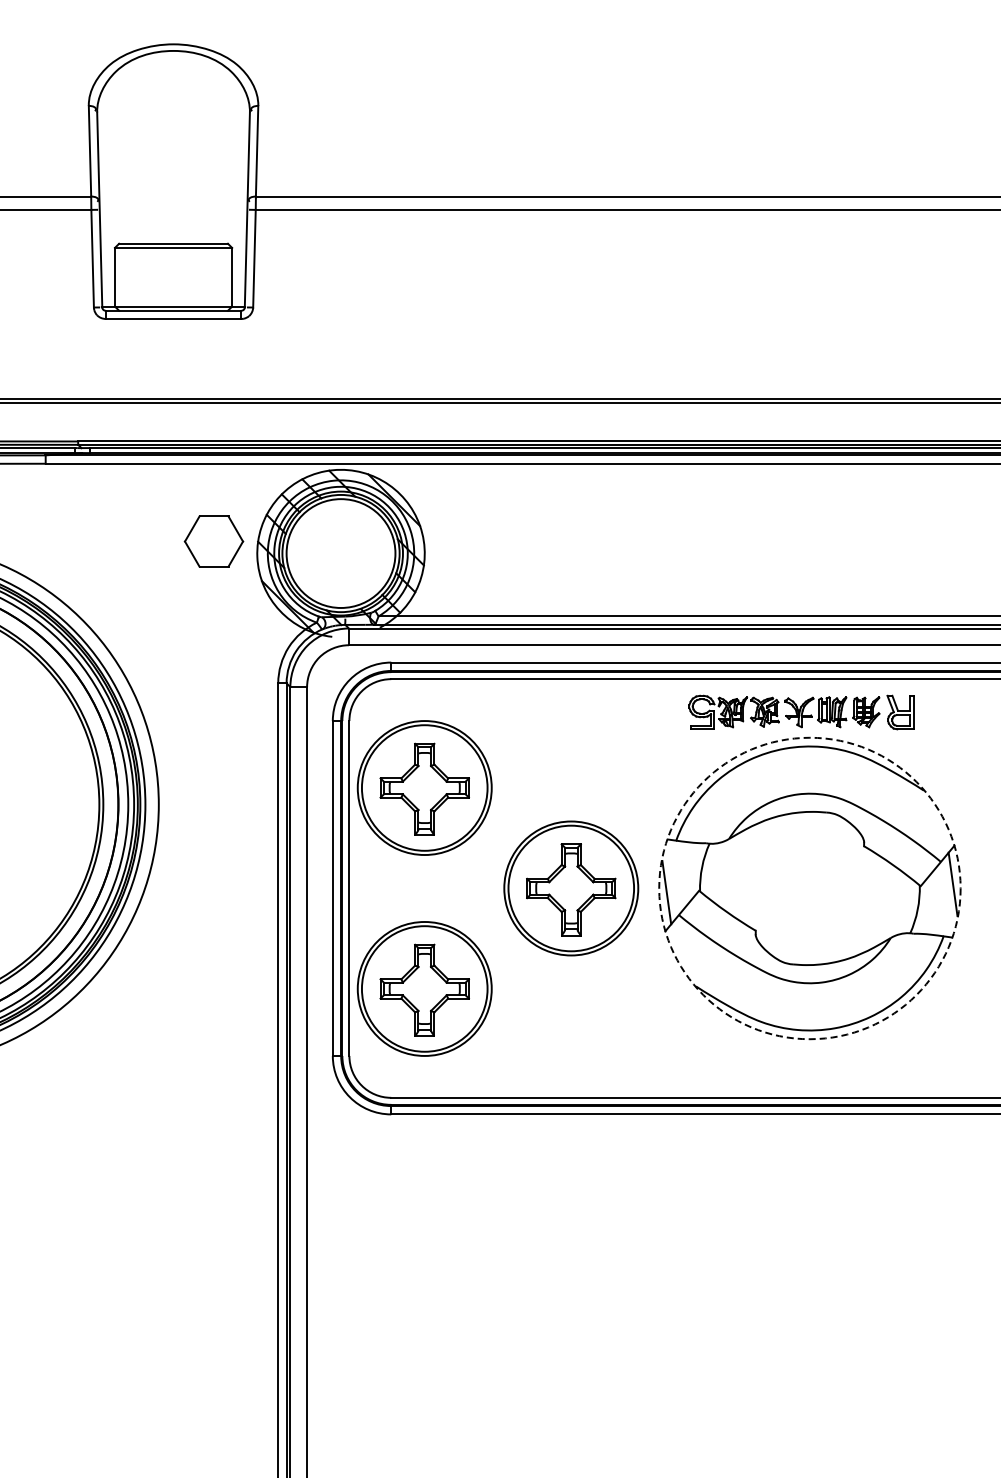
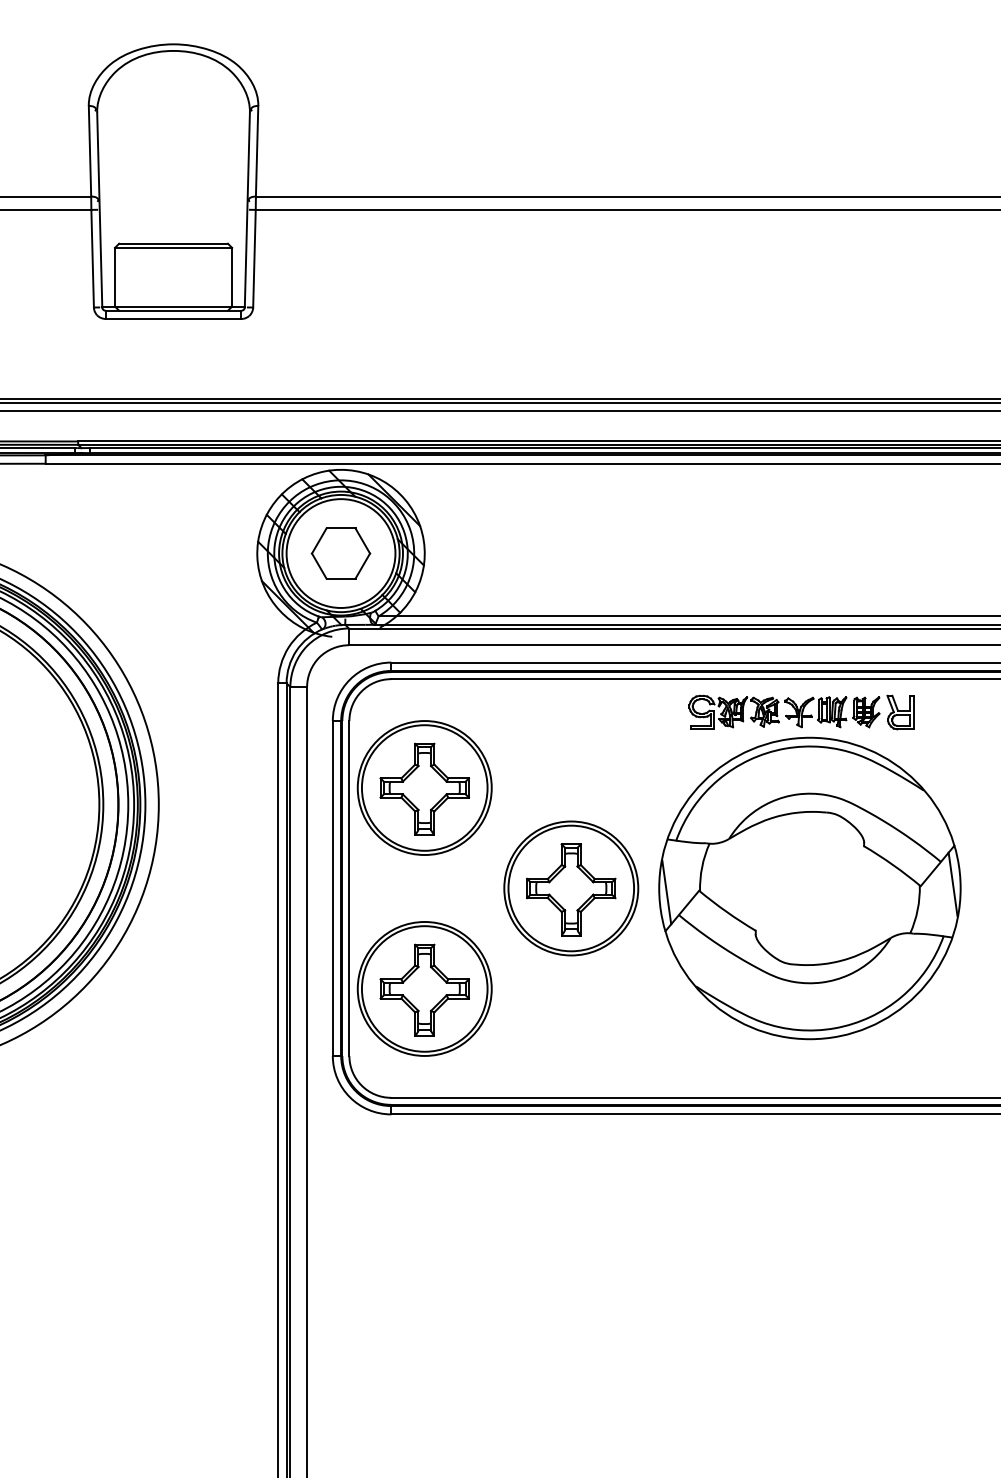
line at (499, 411): none -> present
part at (213, 541) position: (213, 541) -> (340, 553)
circle at (809, 888): dashed -> solid
